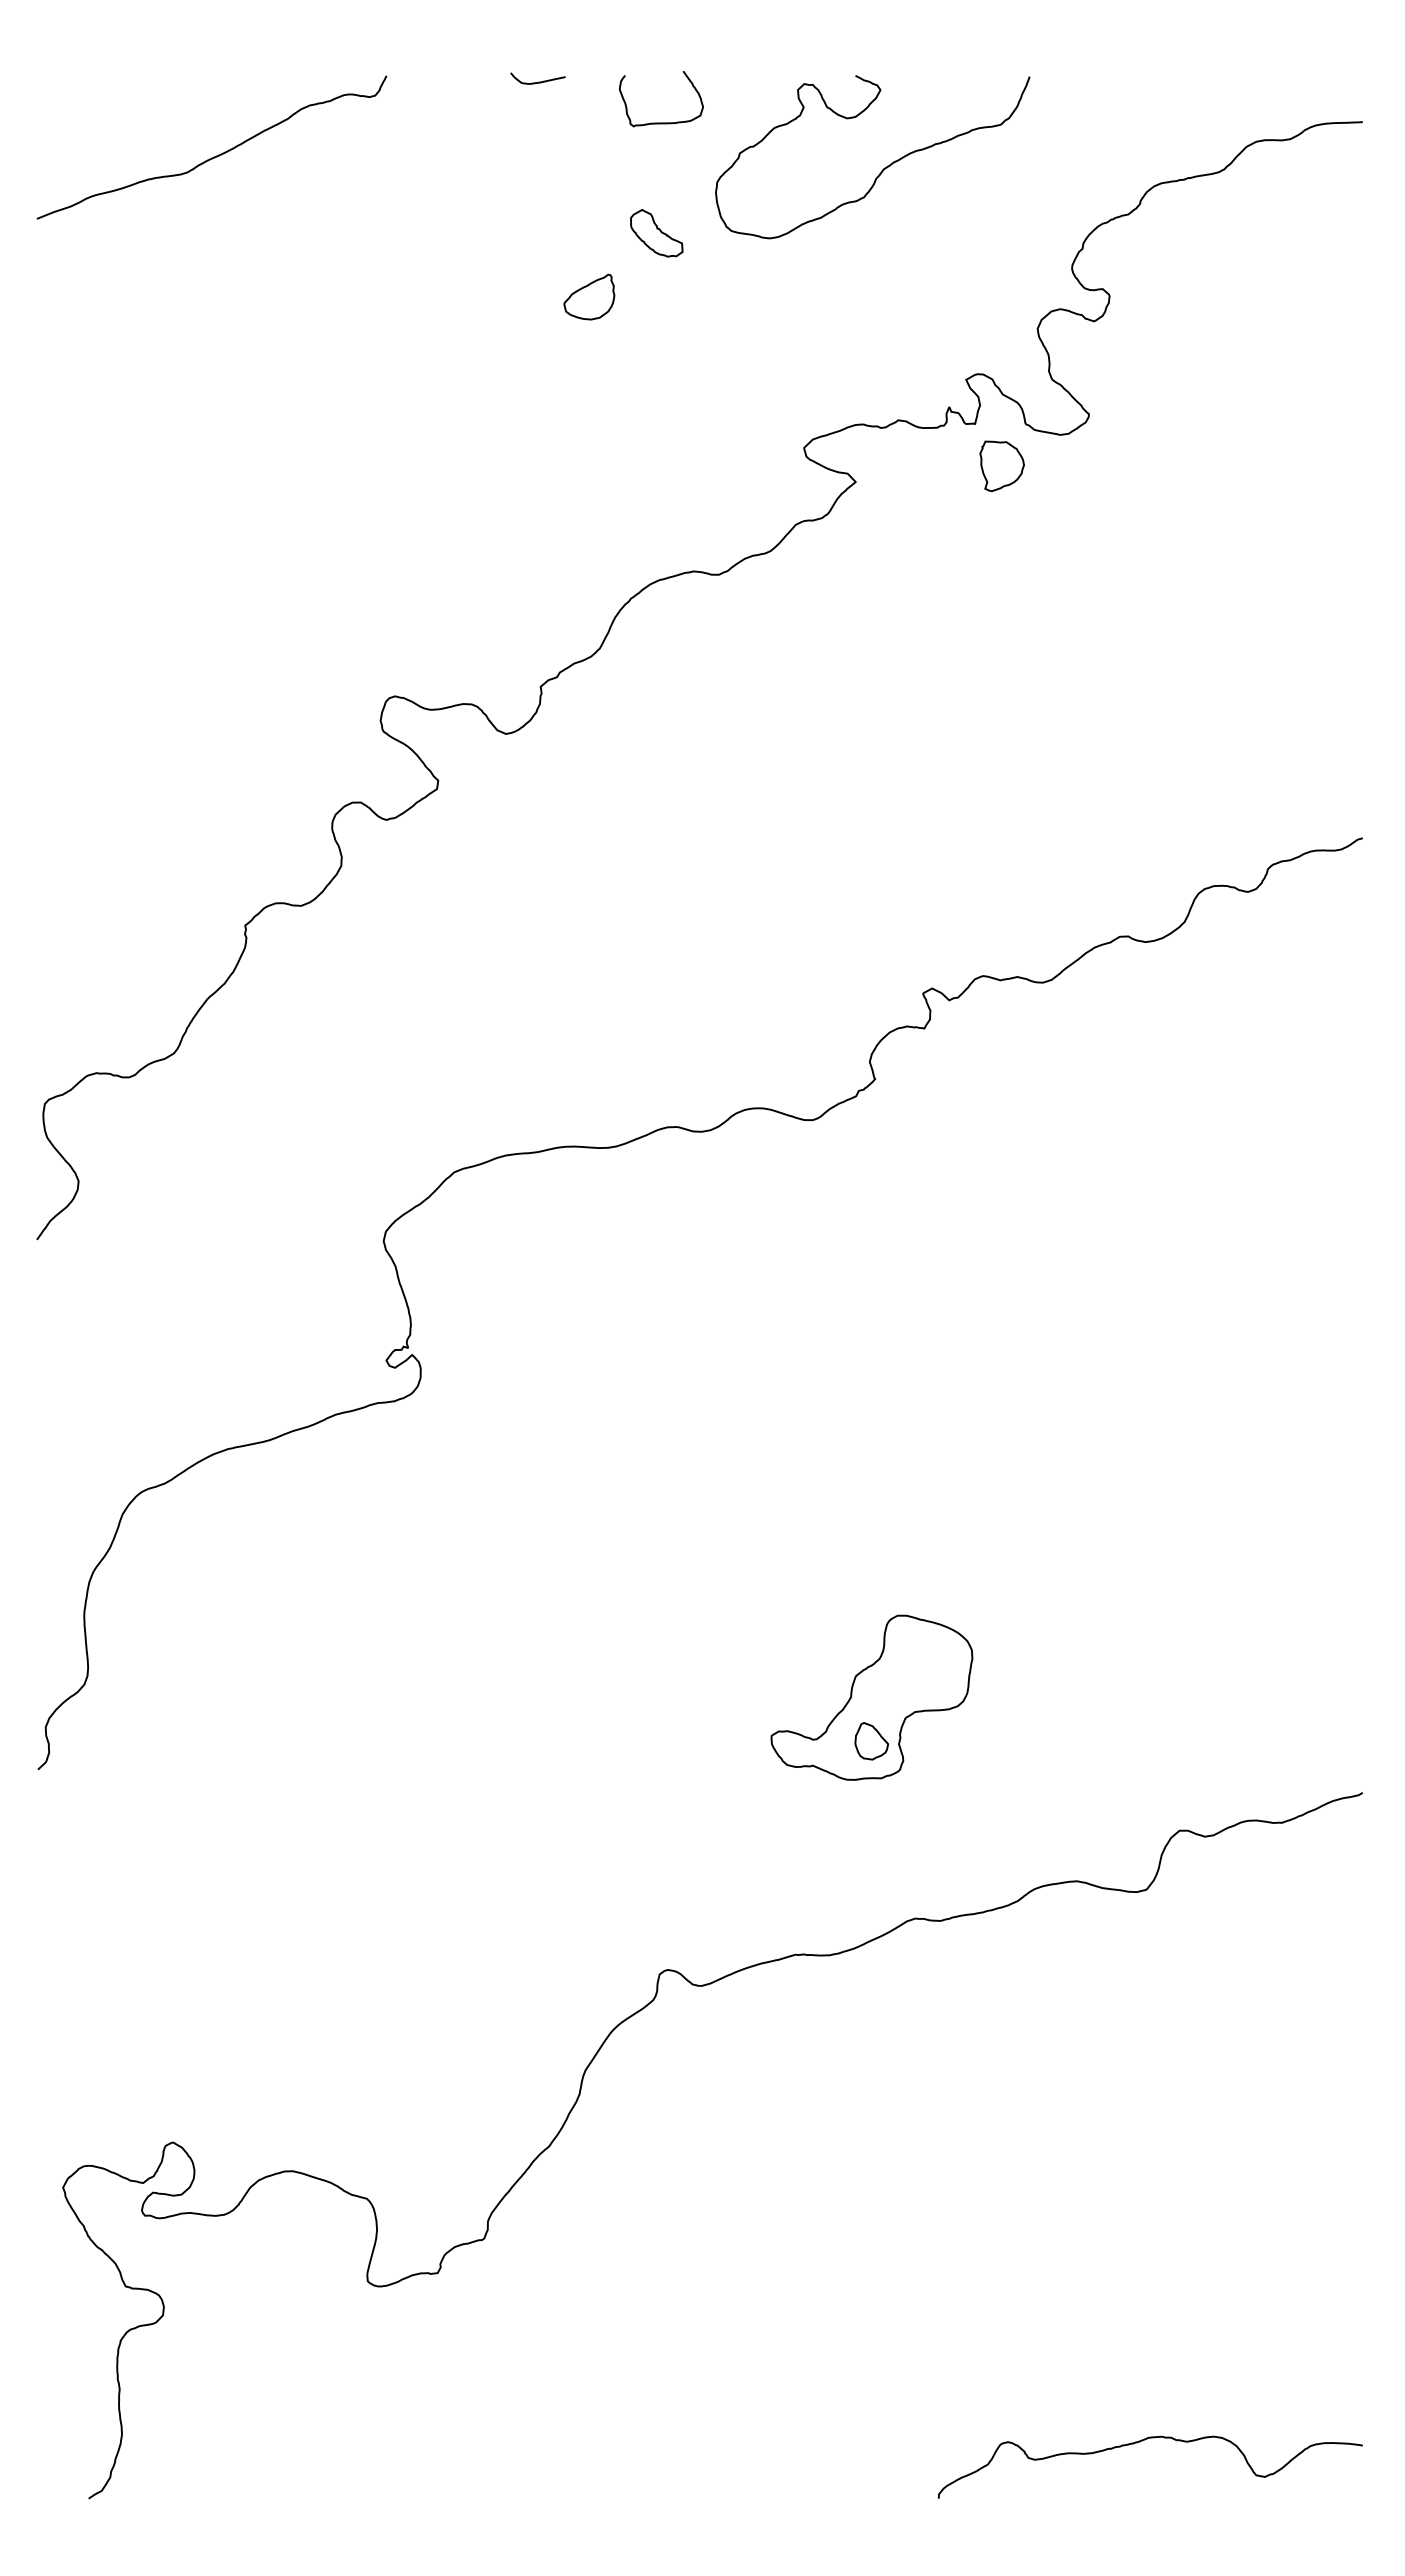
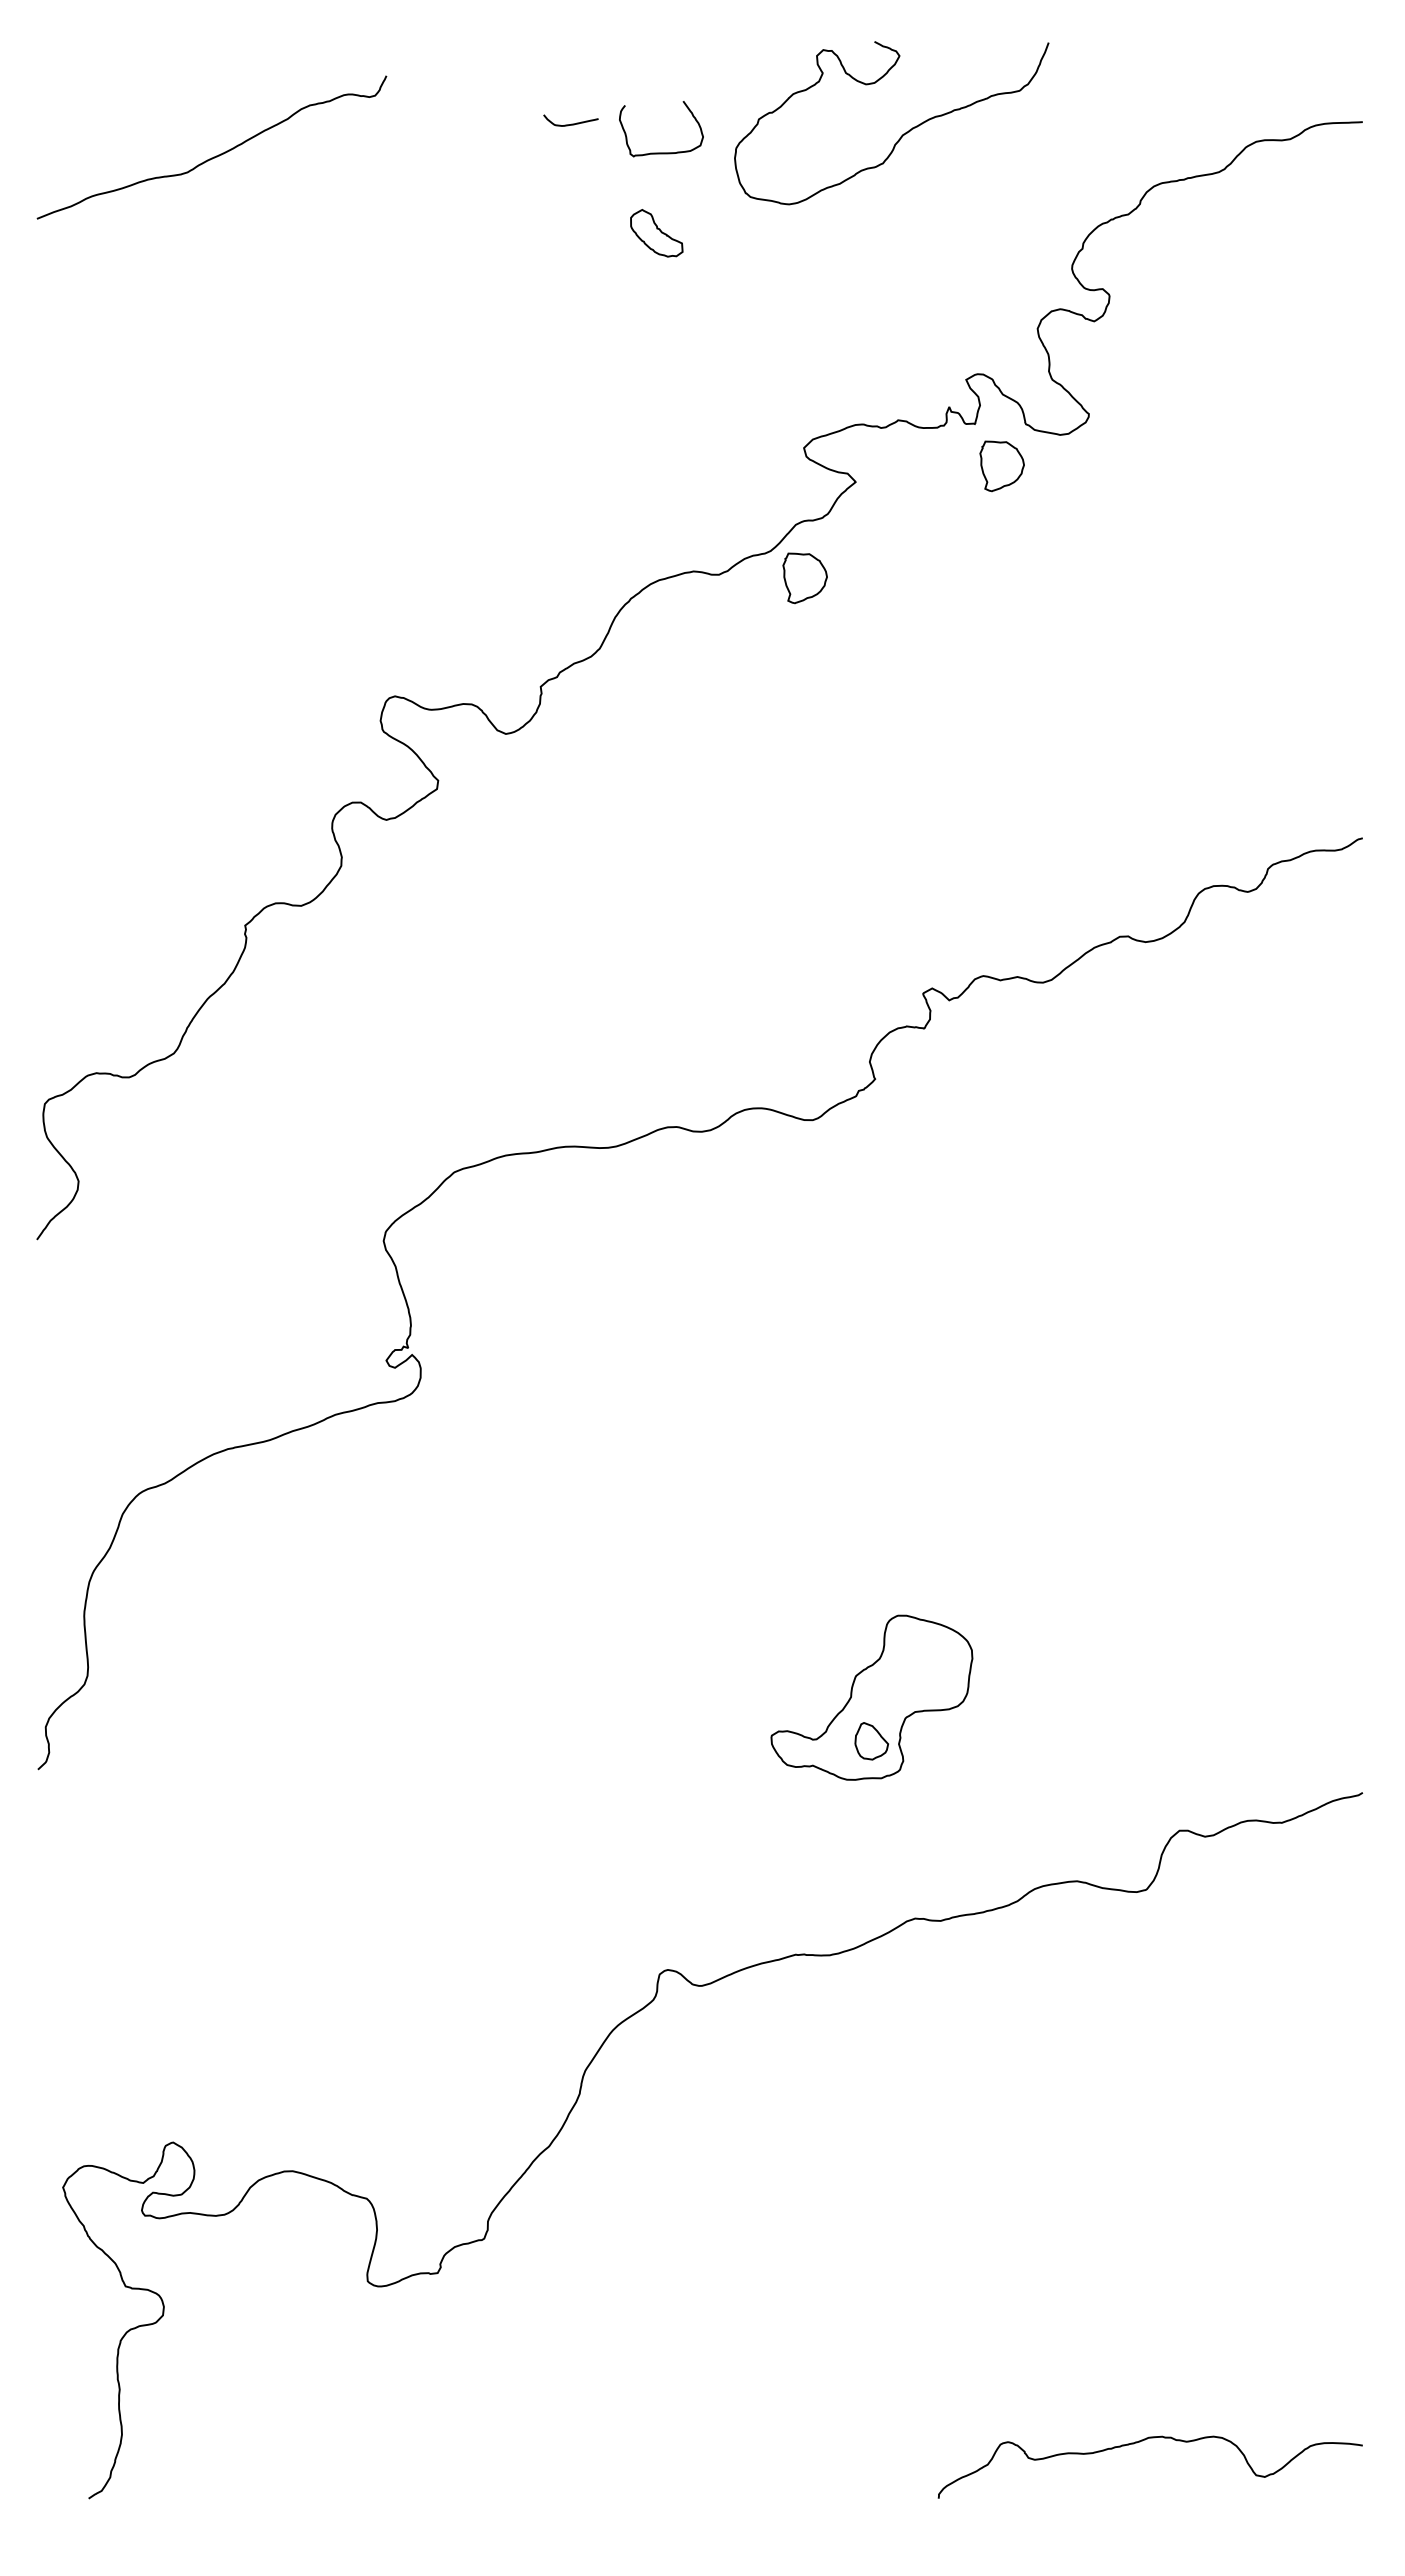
curve at (538, 81) position: (538, 81) -> (571, 123)
curve at (661, 122) position: (661, 122) -> (661, 152)
curve at (883, 168) position: (883, 168) -> (902, 134)
part at (589, 296): present -> none
part at (804, 578): none -> present
